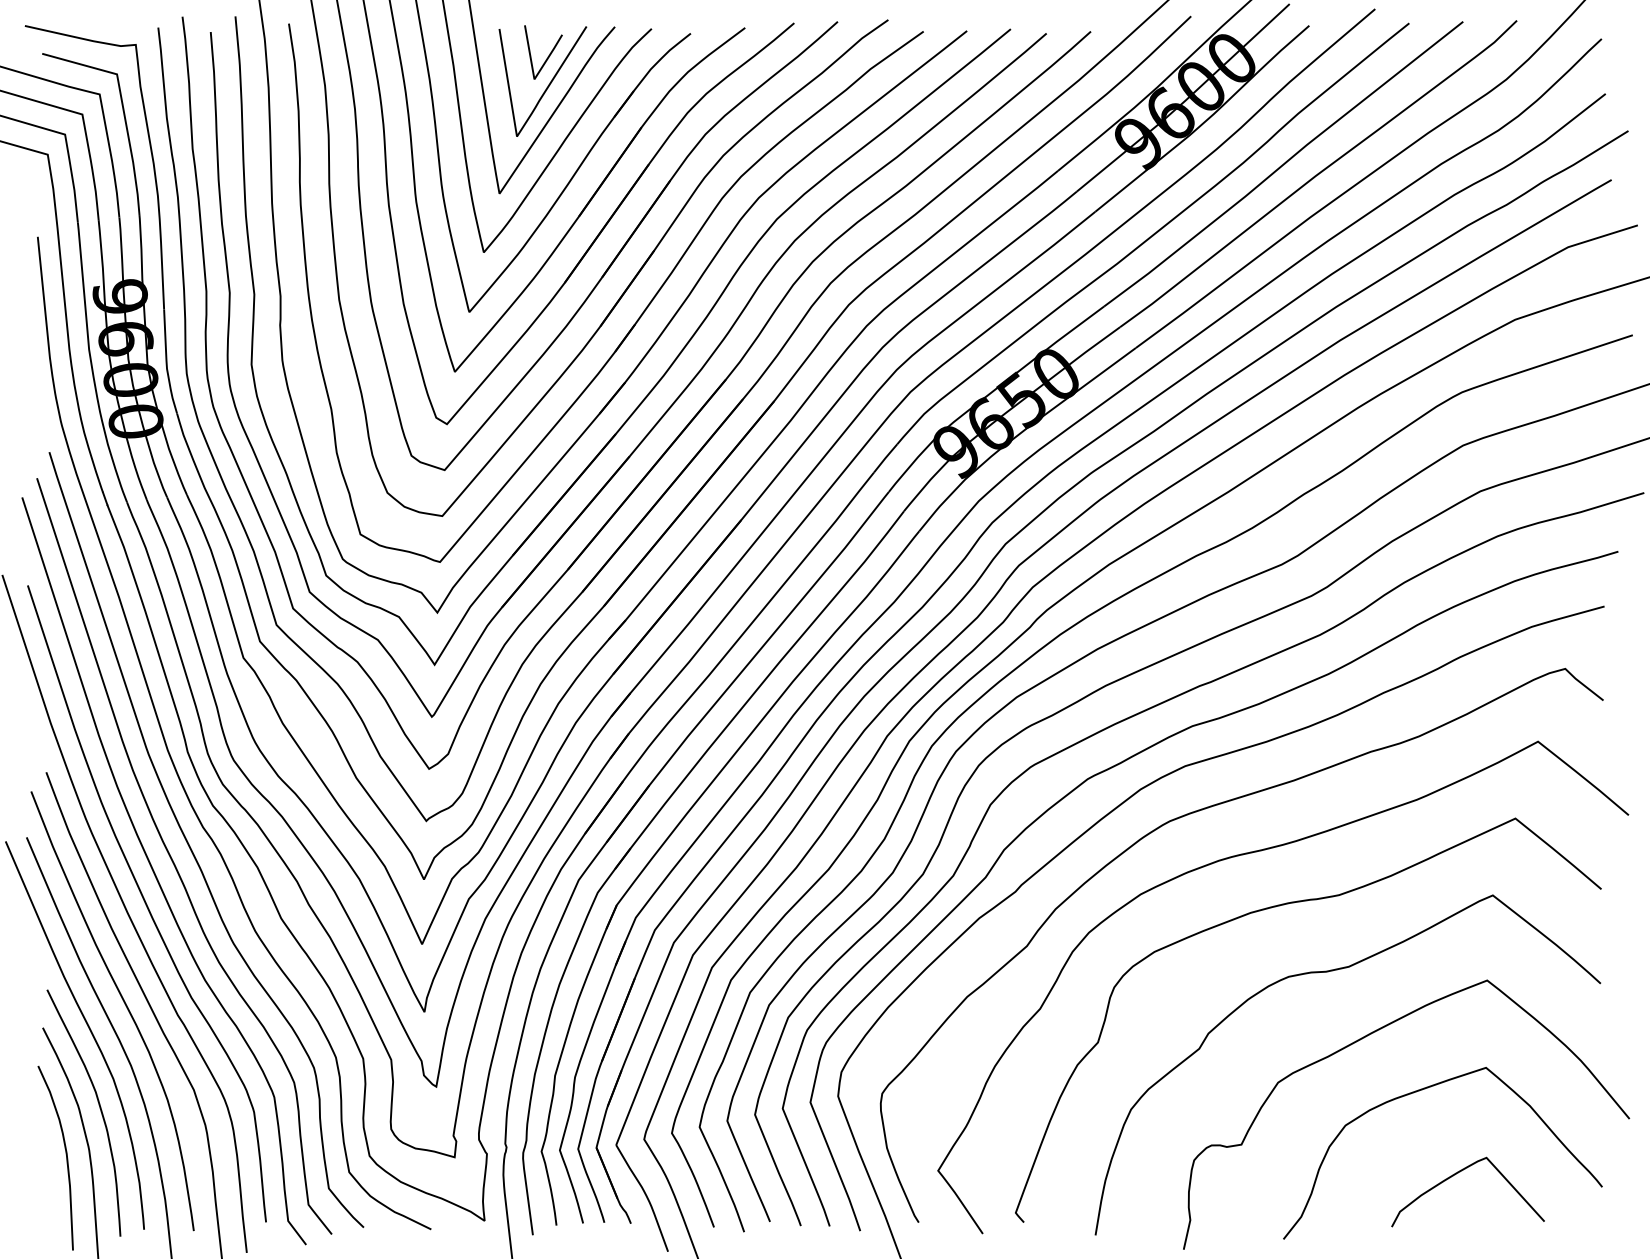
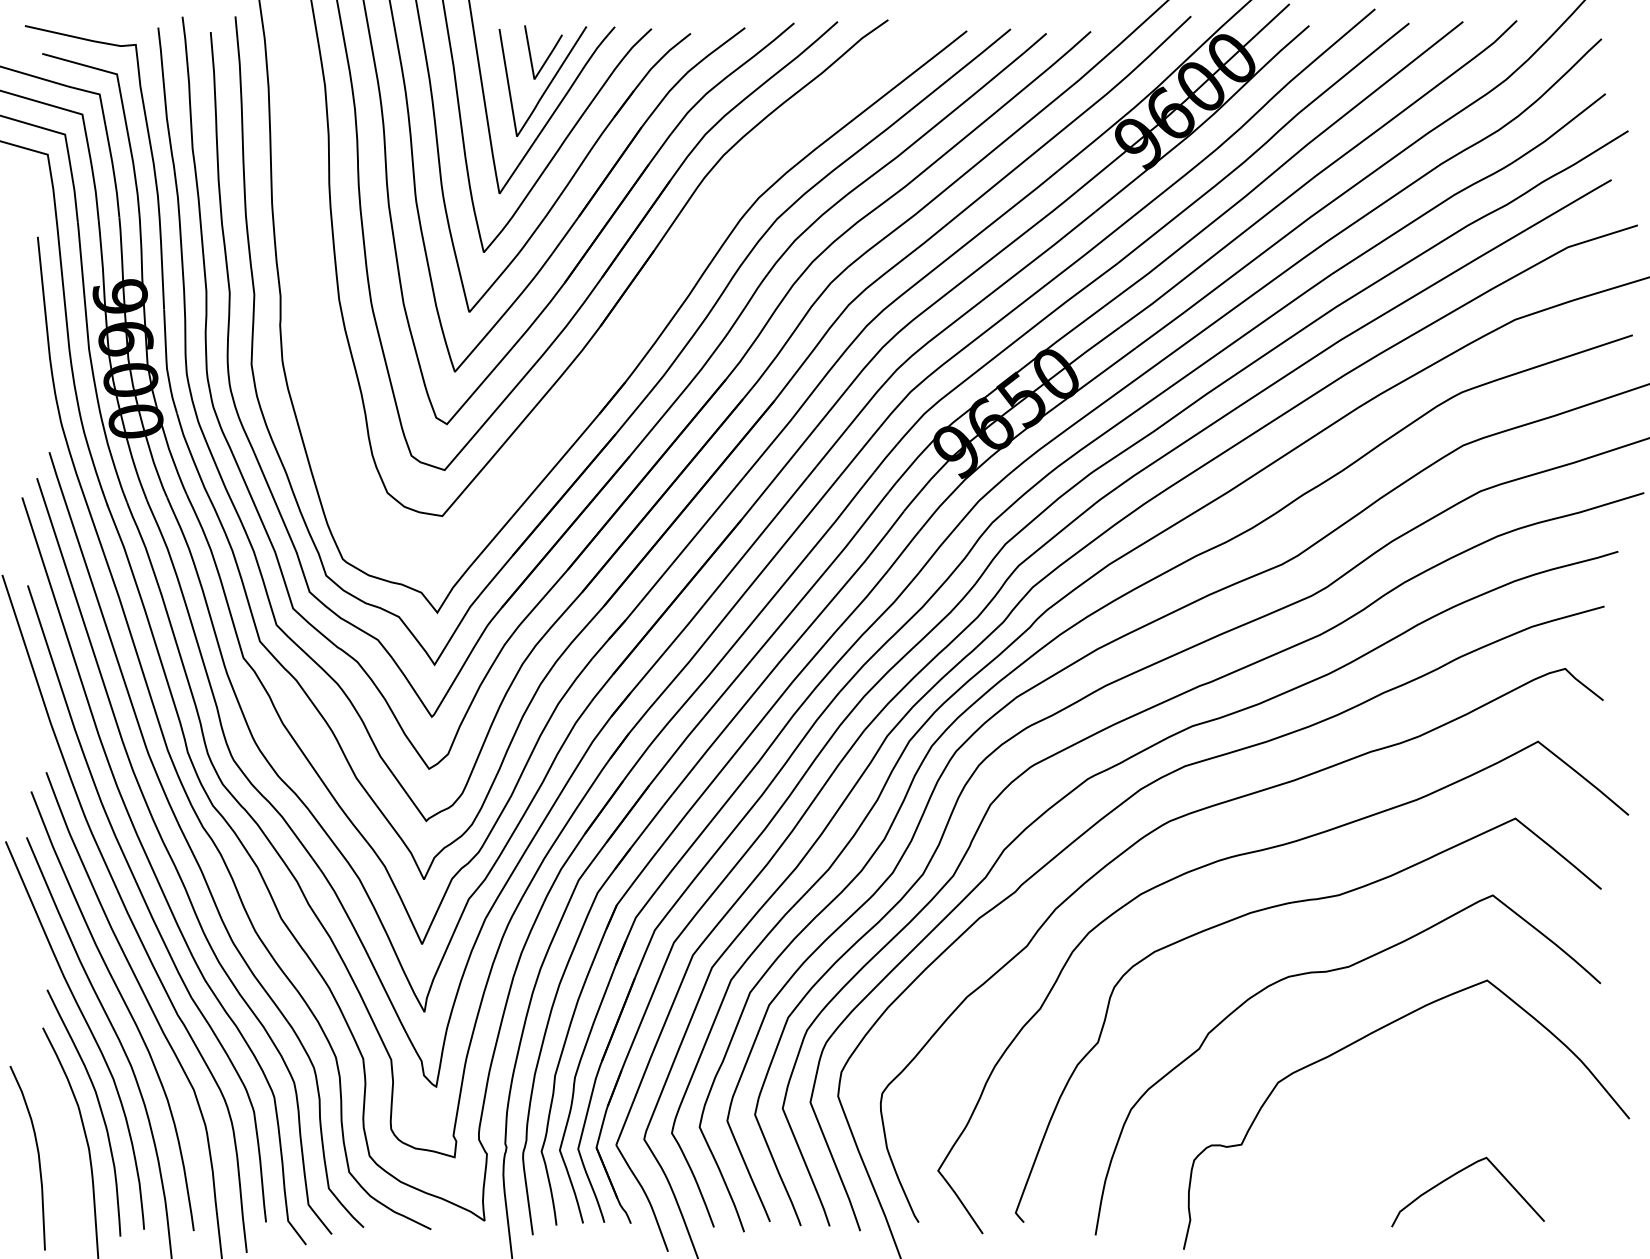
part at (638, 317): present -> none
curve at (1422, 1090): present -> none
curve at (65, 1154) position: (65, 1154) -> (37, 1154)
